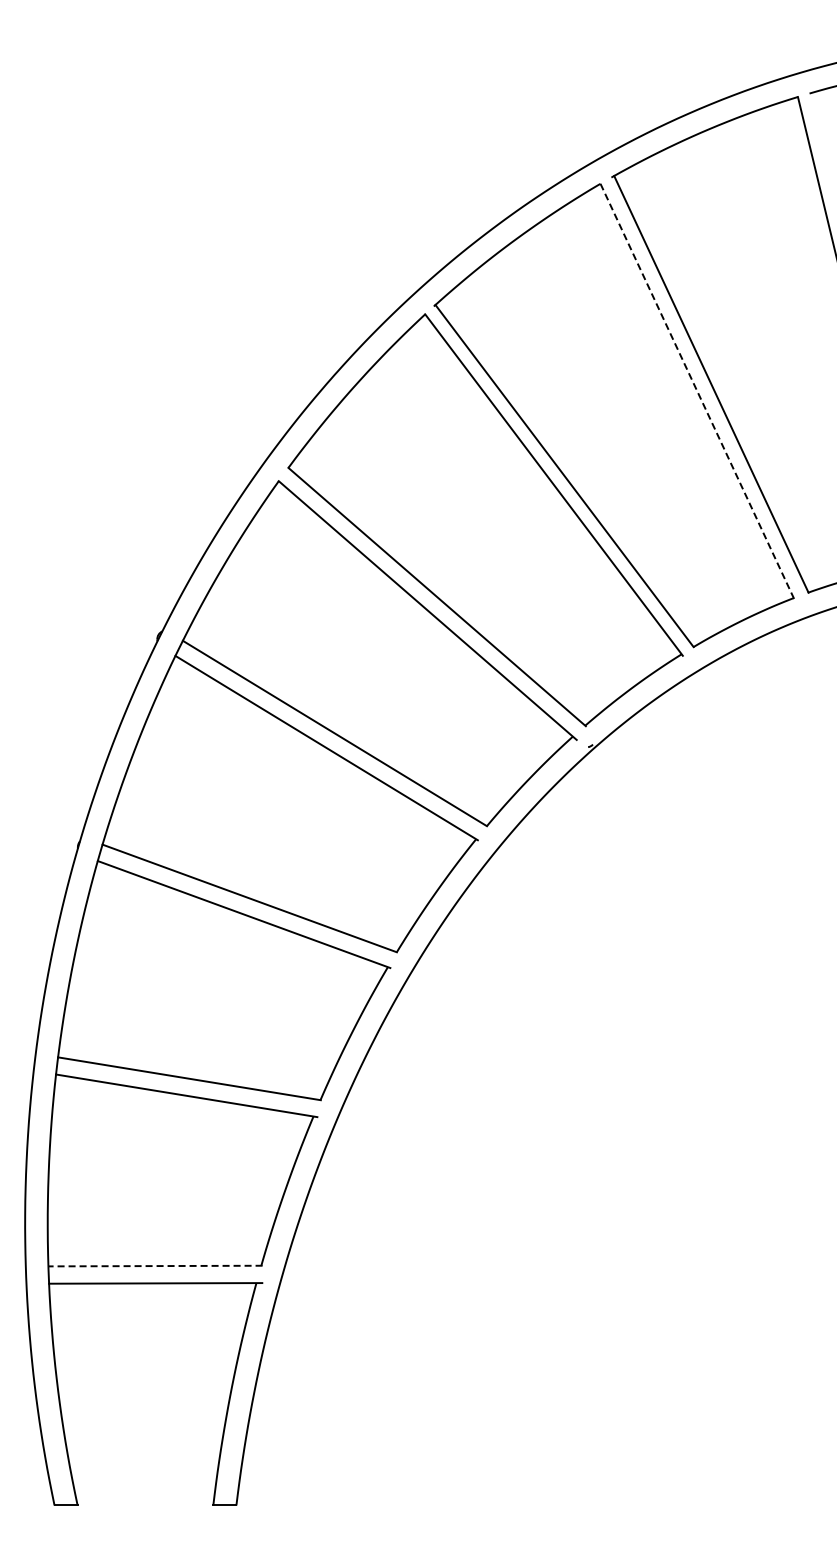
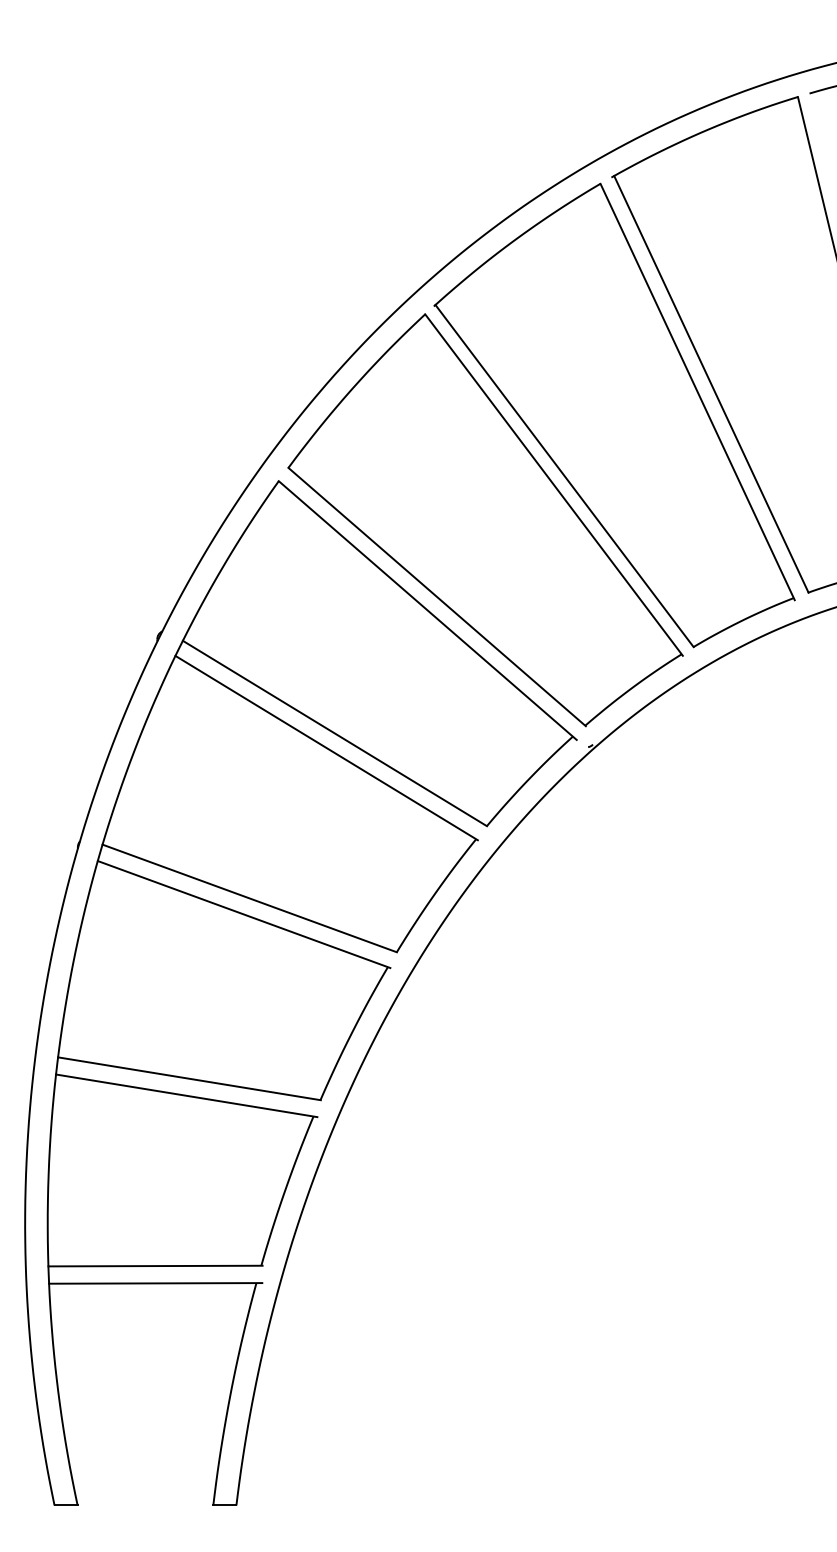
line at (697, 392): dashed -> solid
line at (155, 1266): dashed -> solid
